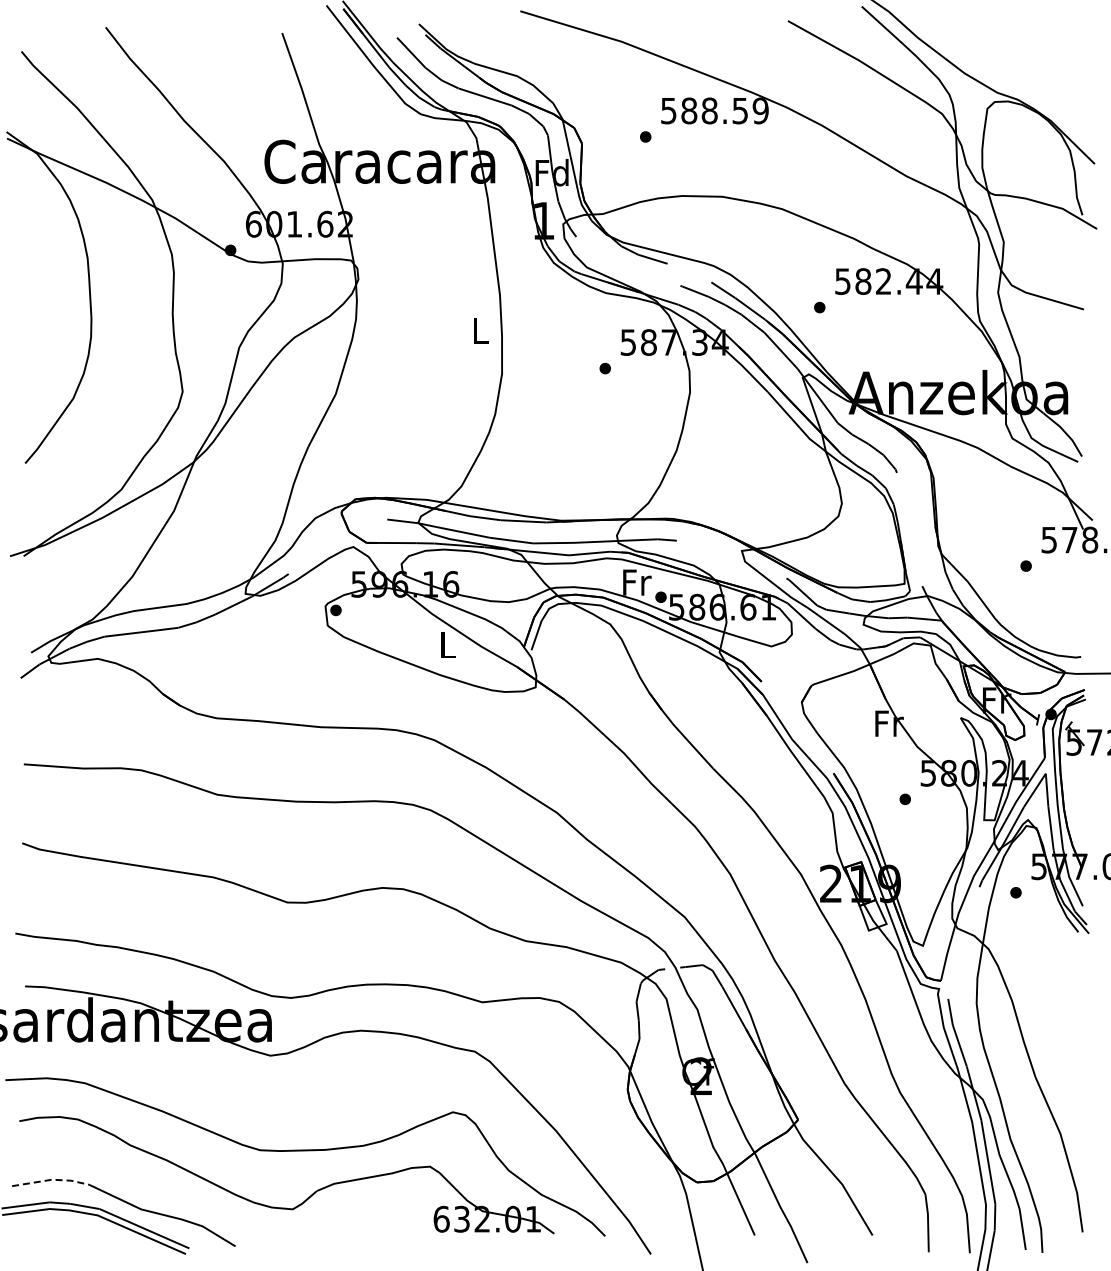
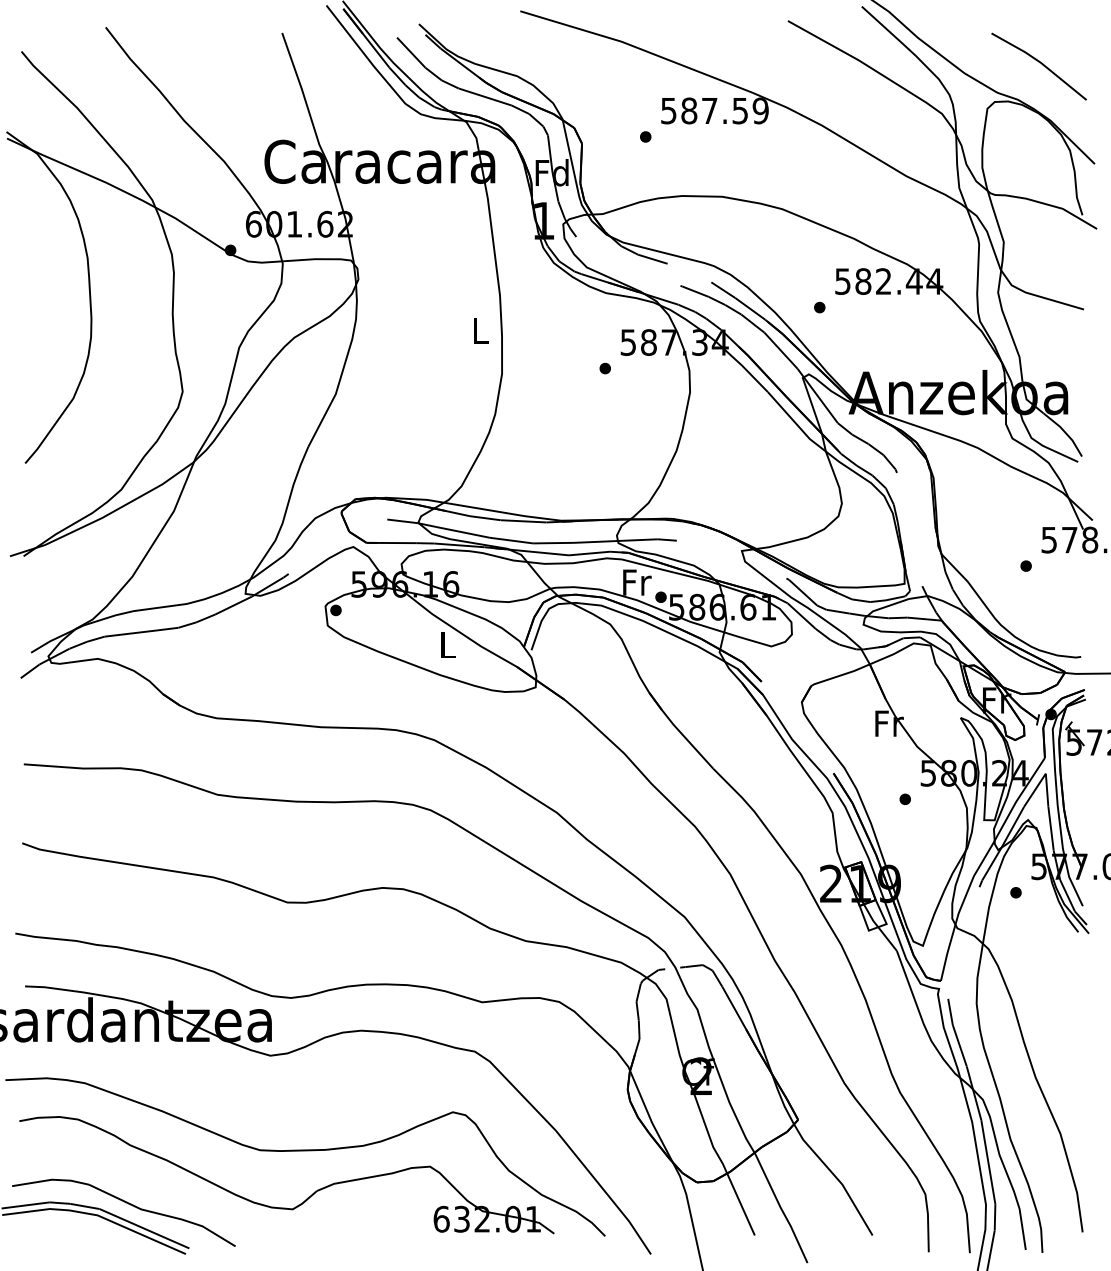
line at (1040, 63): none -> present
text at (709, 110): 588.59 -> 587.59
line at (51, 1179): dashed -> solid
